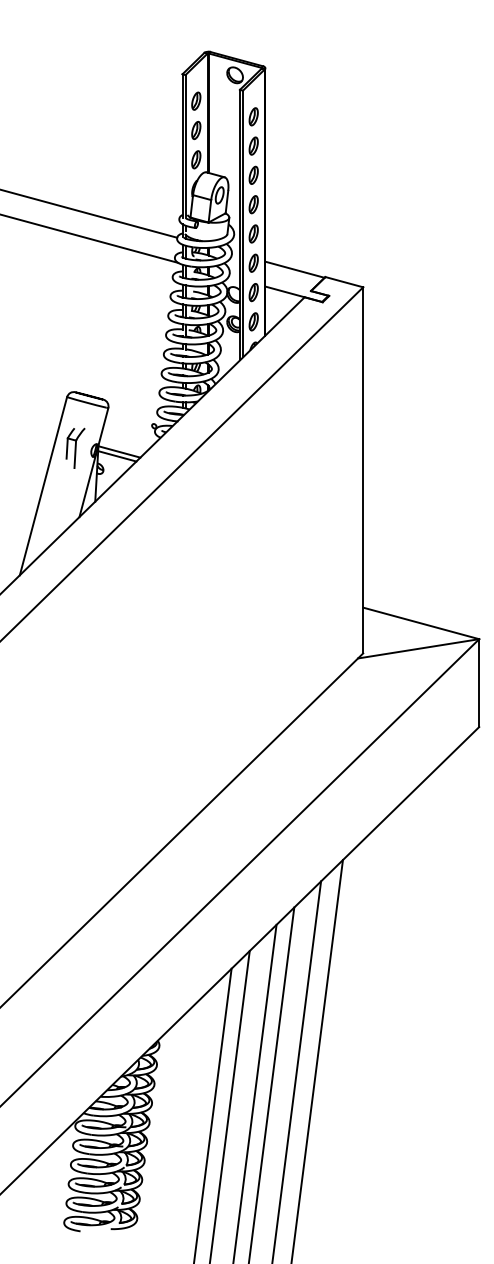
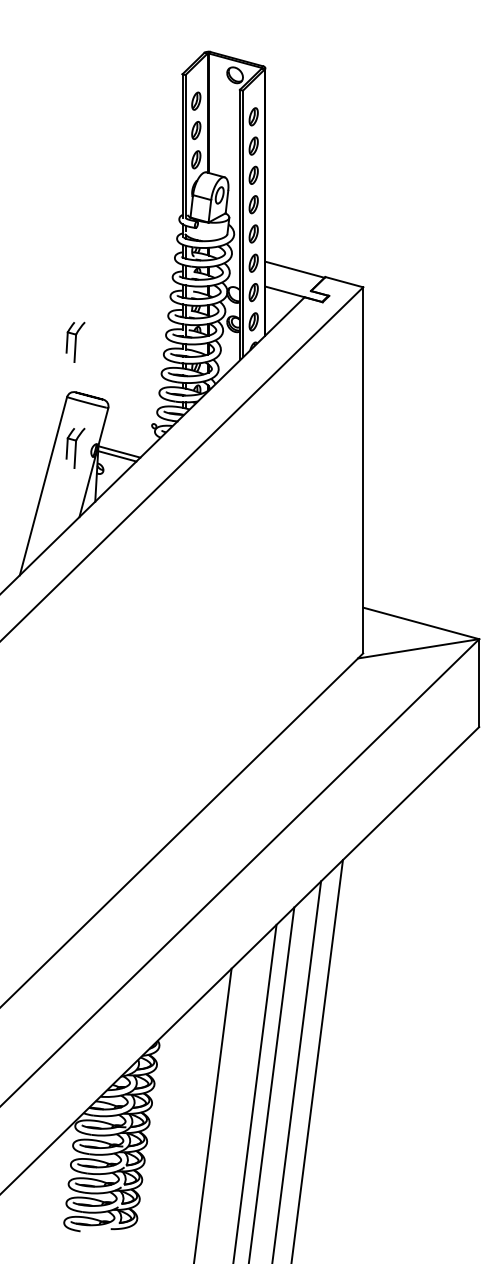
line at (89, 213): present -> none
line at (90, 238): present -> none
part at (75, 341): none -> present
line at (229, 1105): present -> none
